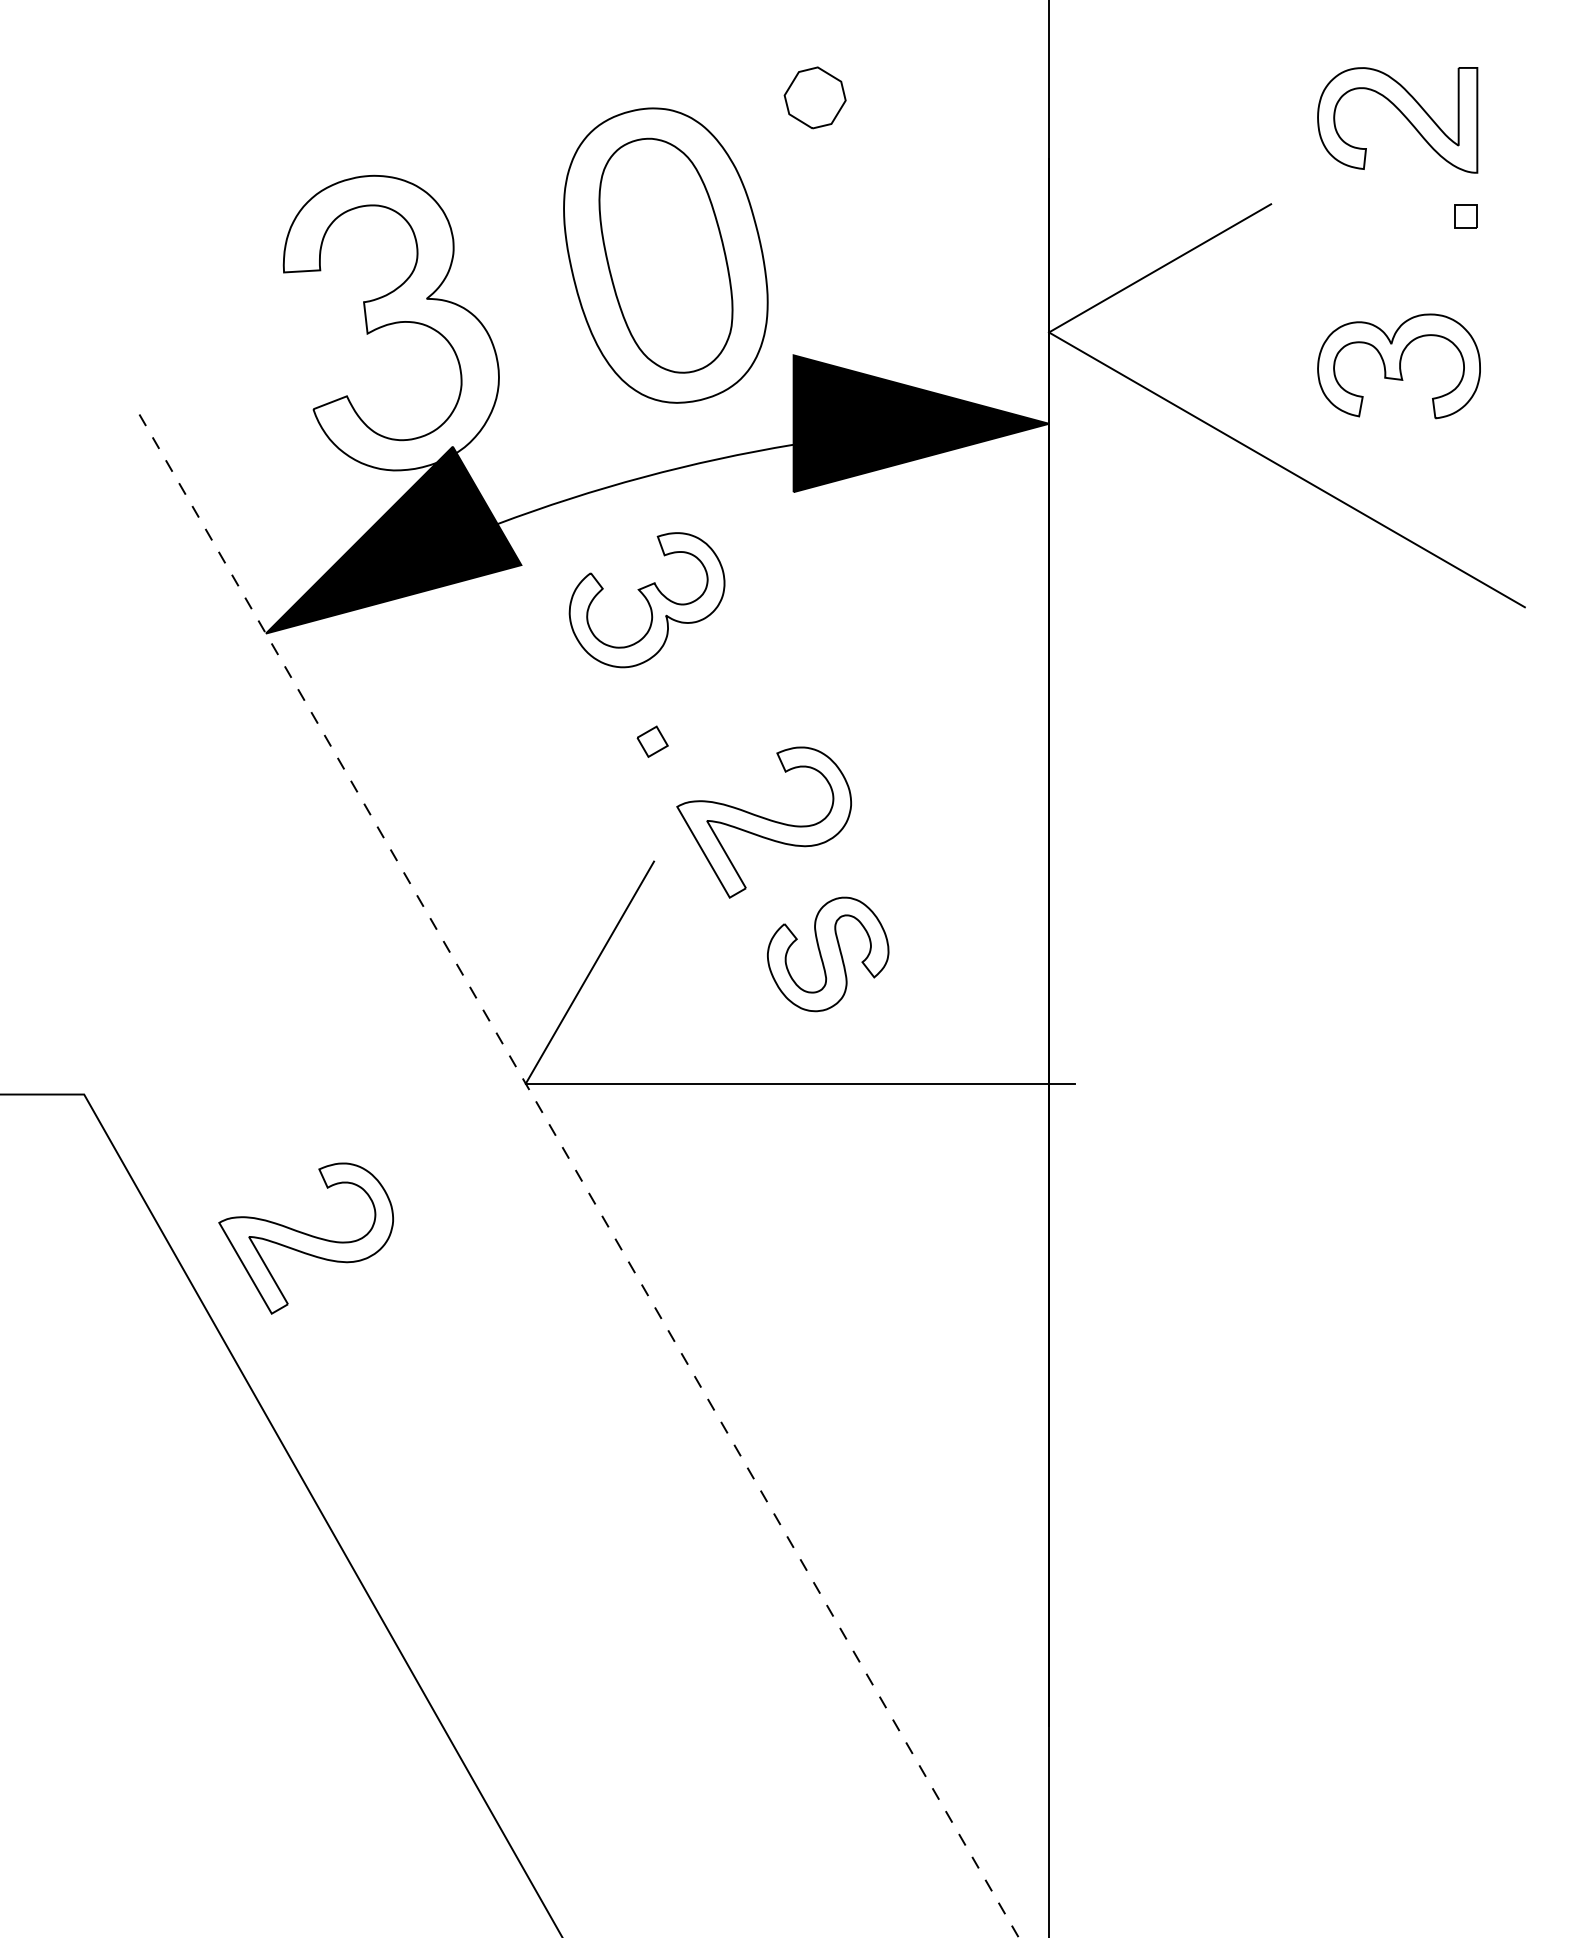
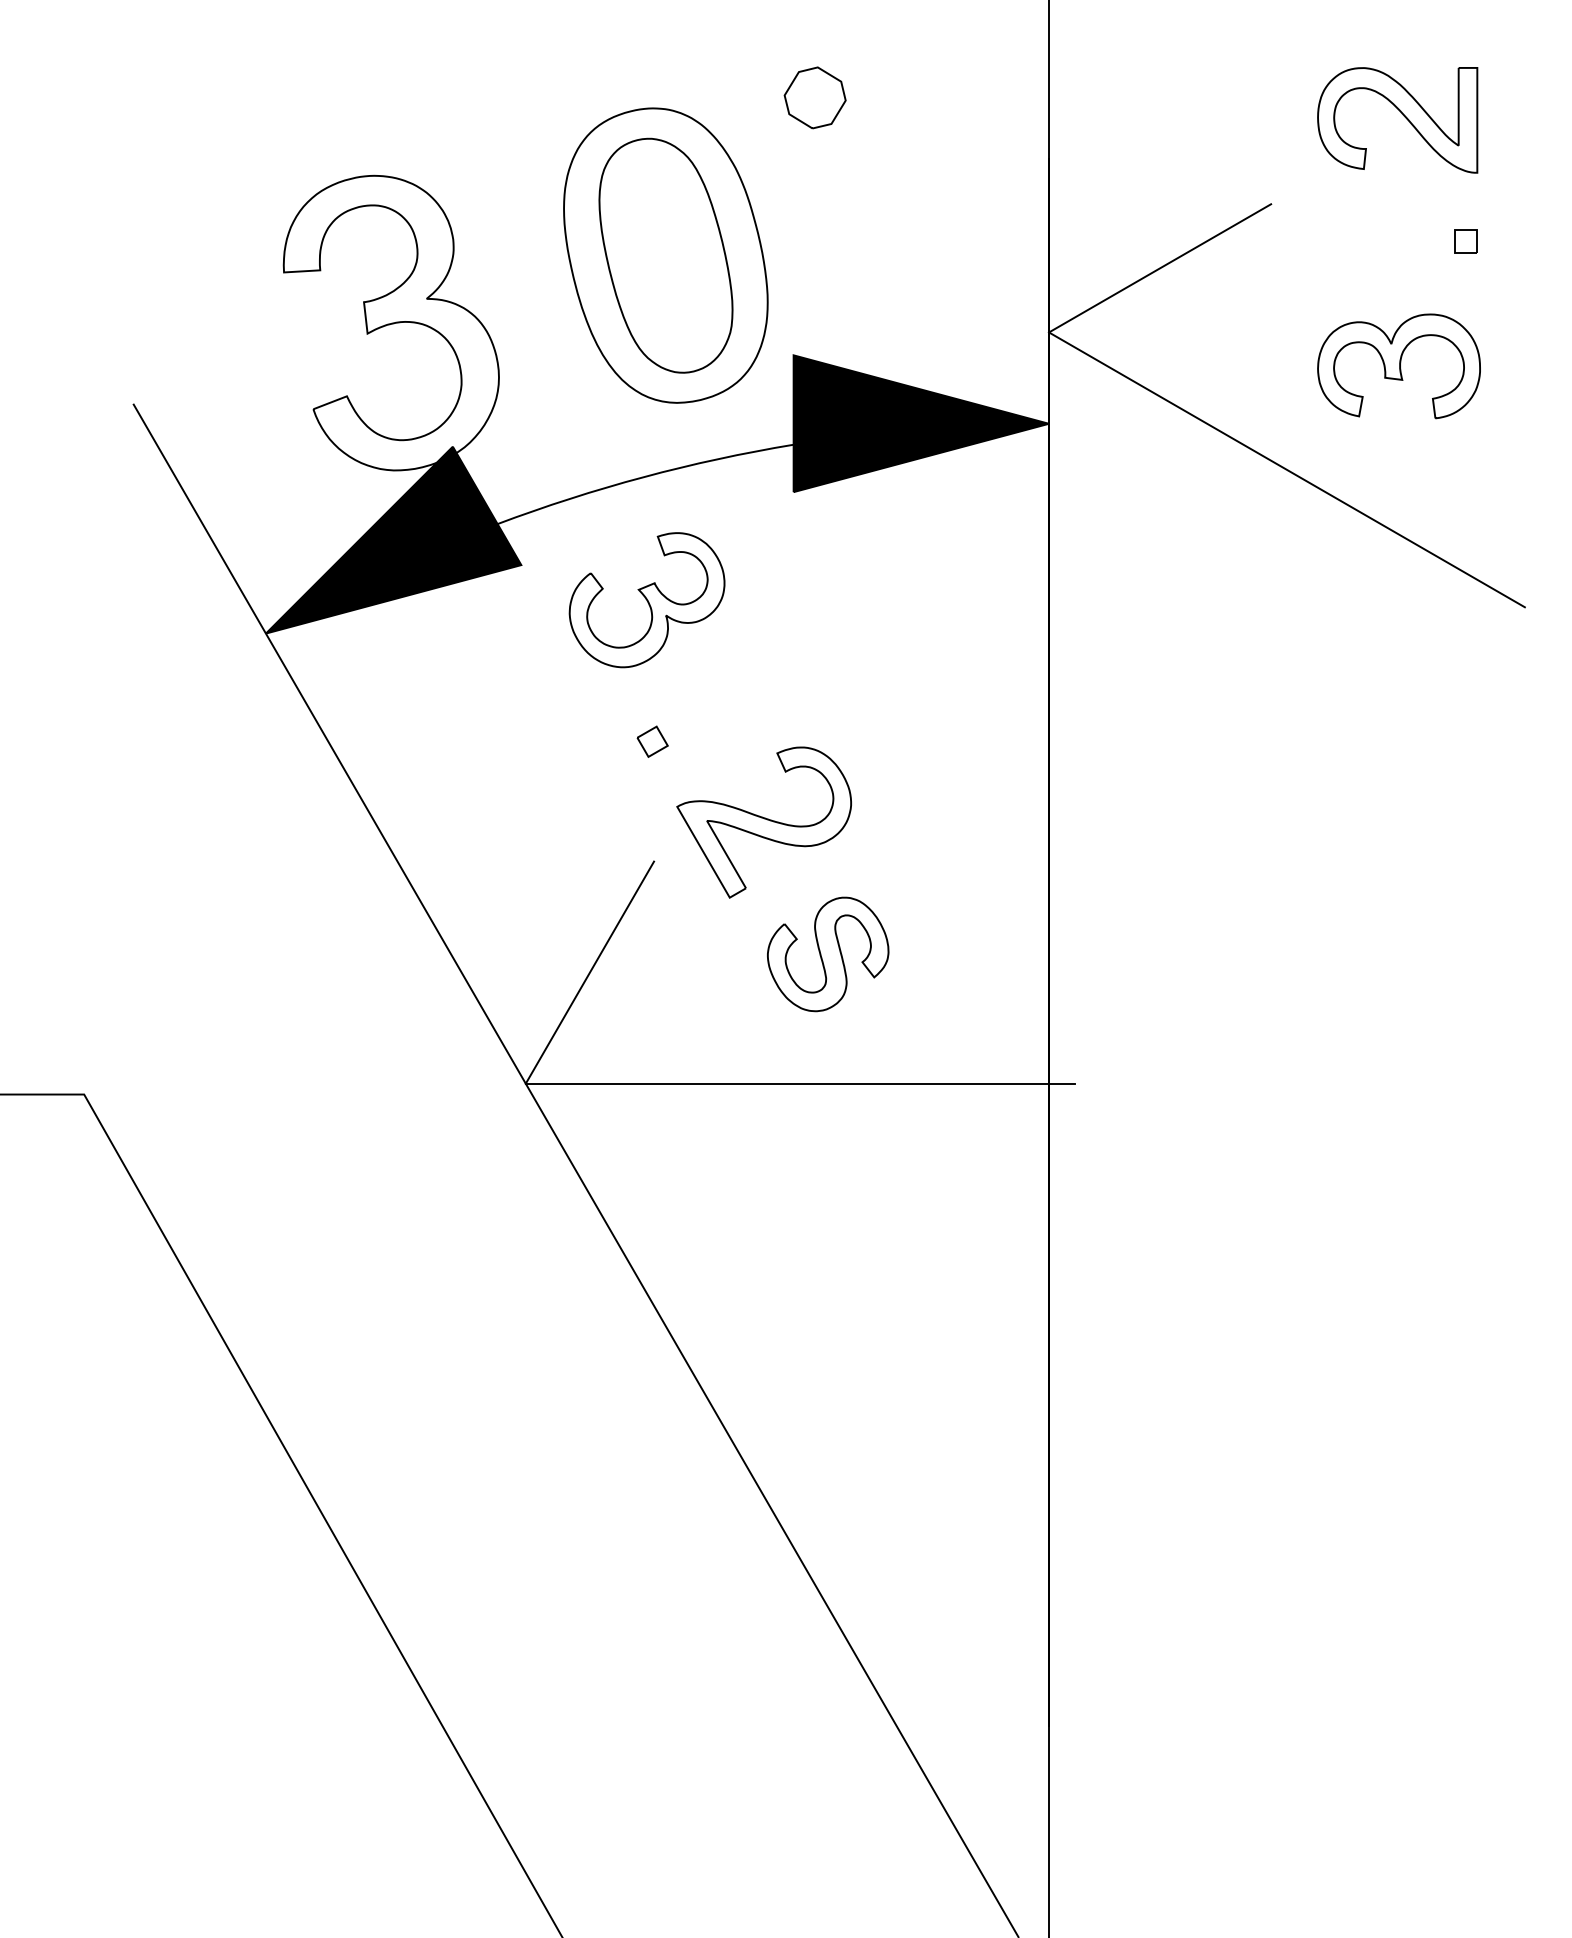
part at (1465, 216) position: (1465, 216) -> (1465, 241)
line at (576, 1170): dashed -> solid
part at (305, 1238): present -> none
